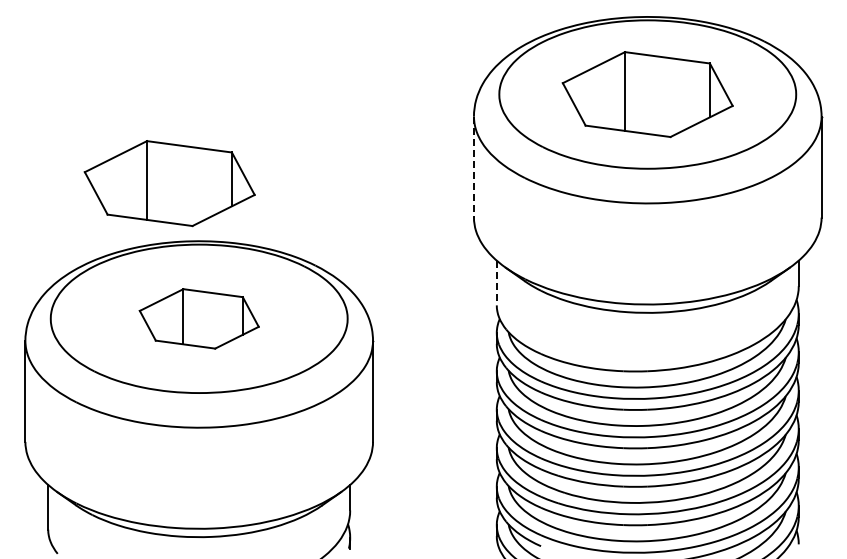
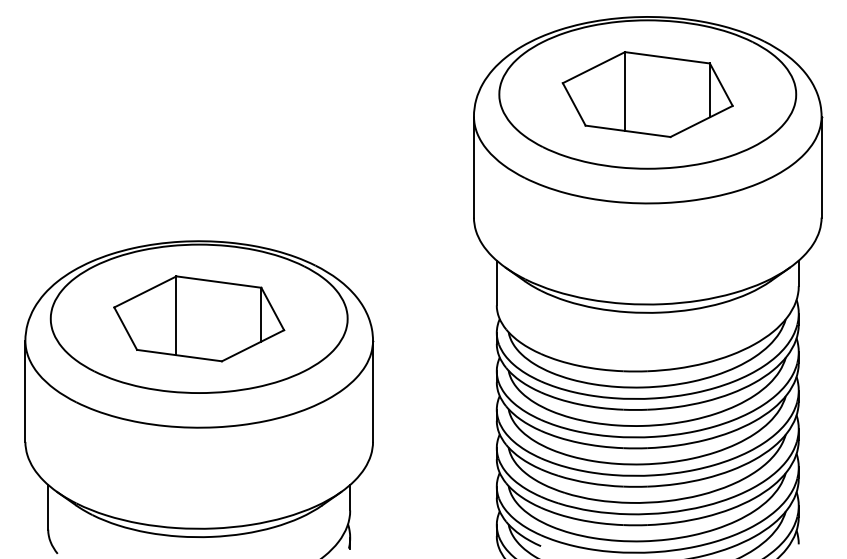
line at (473, 167): dashed -> solid
part at (169, 183): present -> none
line at (496, 283): dashed -> solid
part at (198, 318) size: 122x62 px -> 173x88 px
